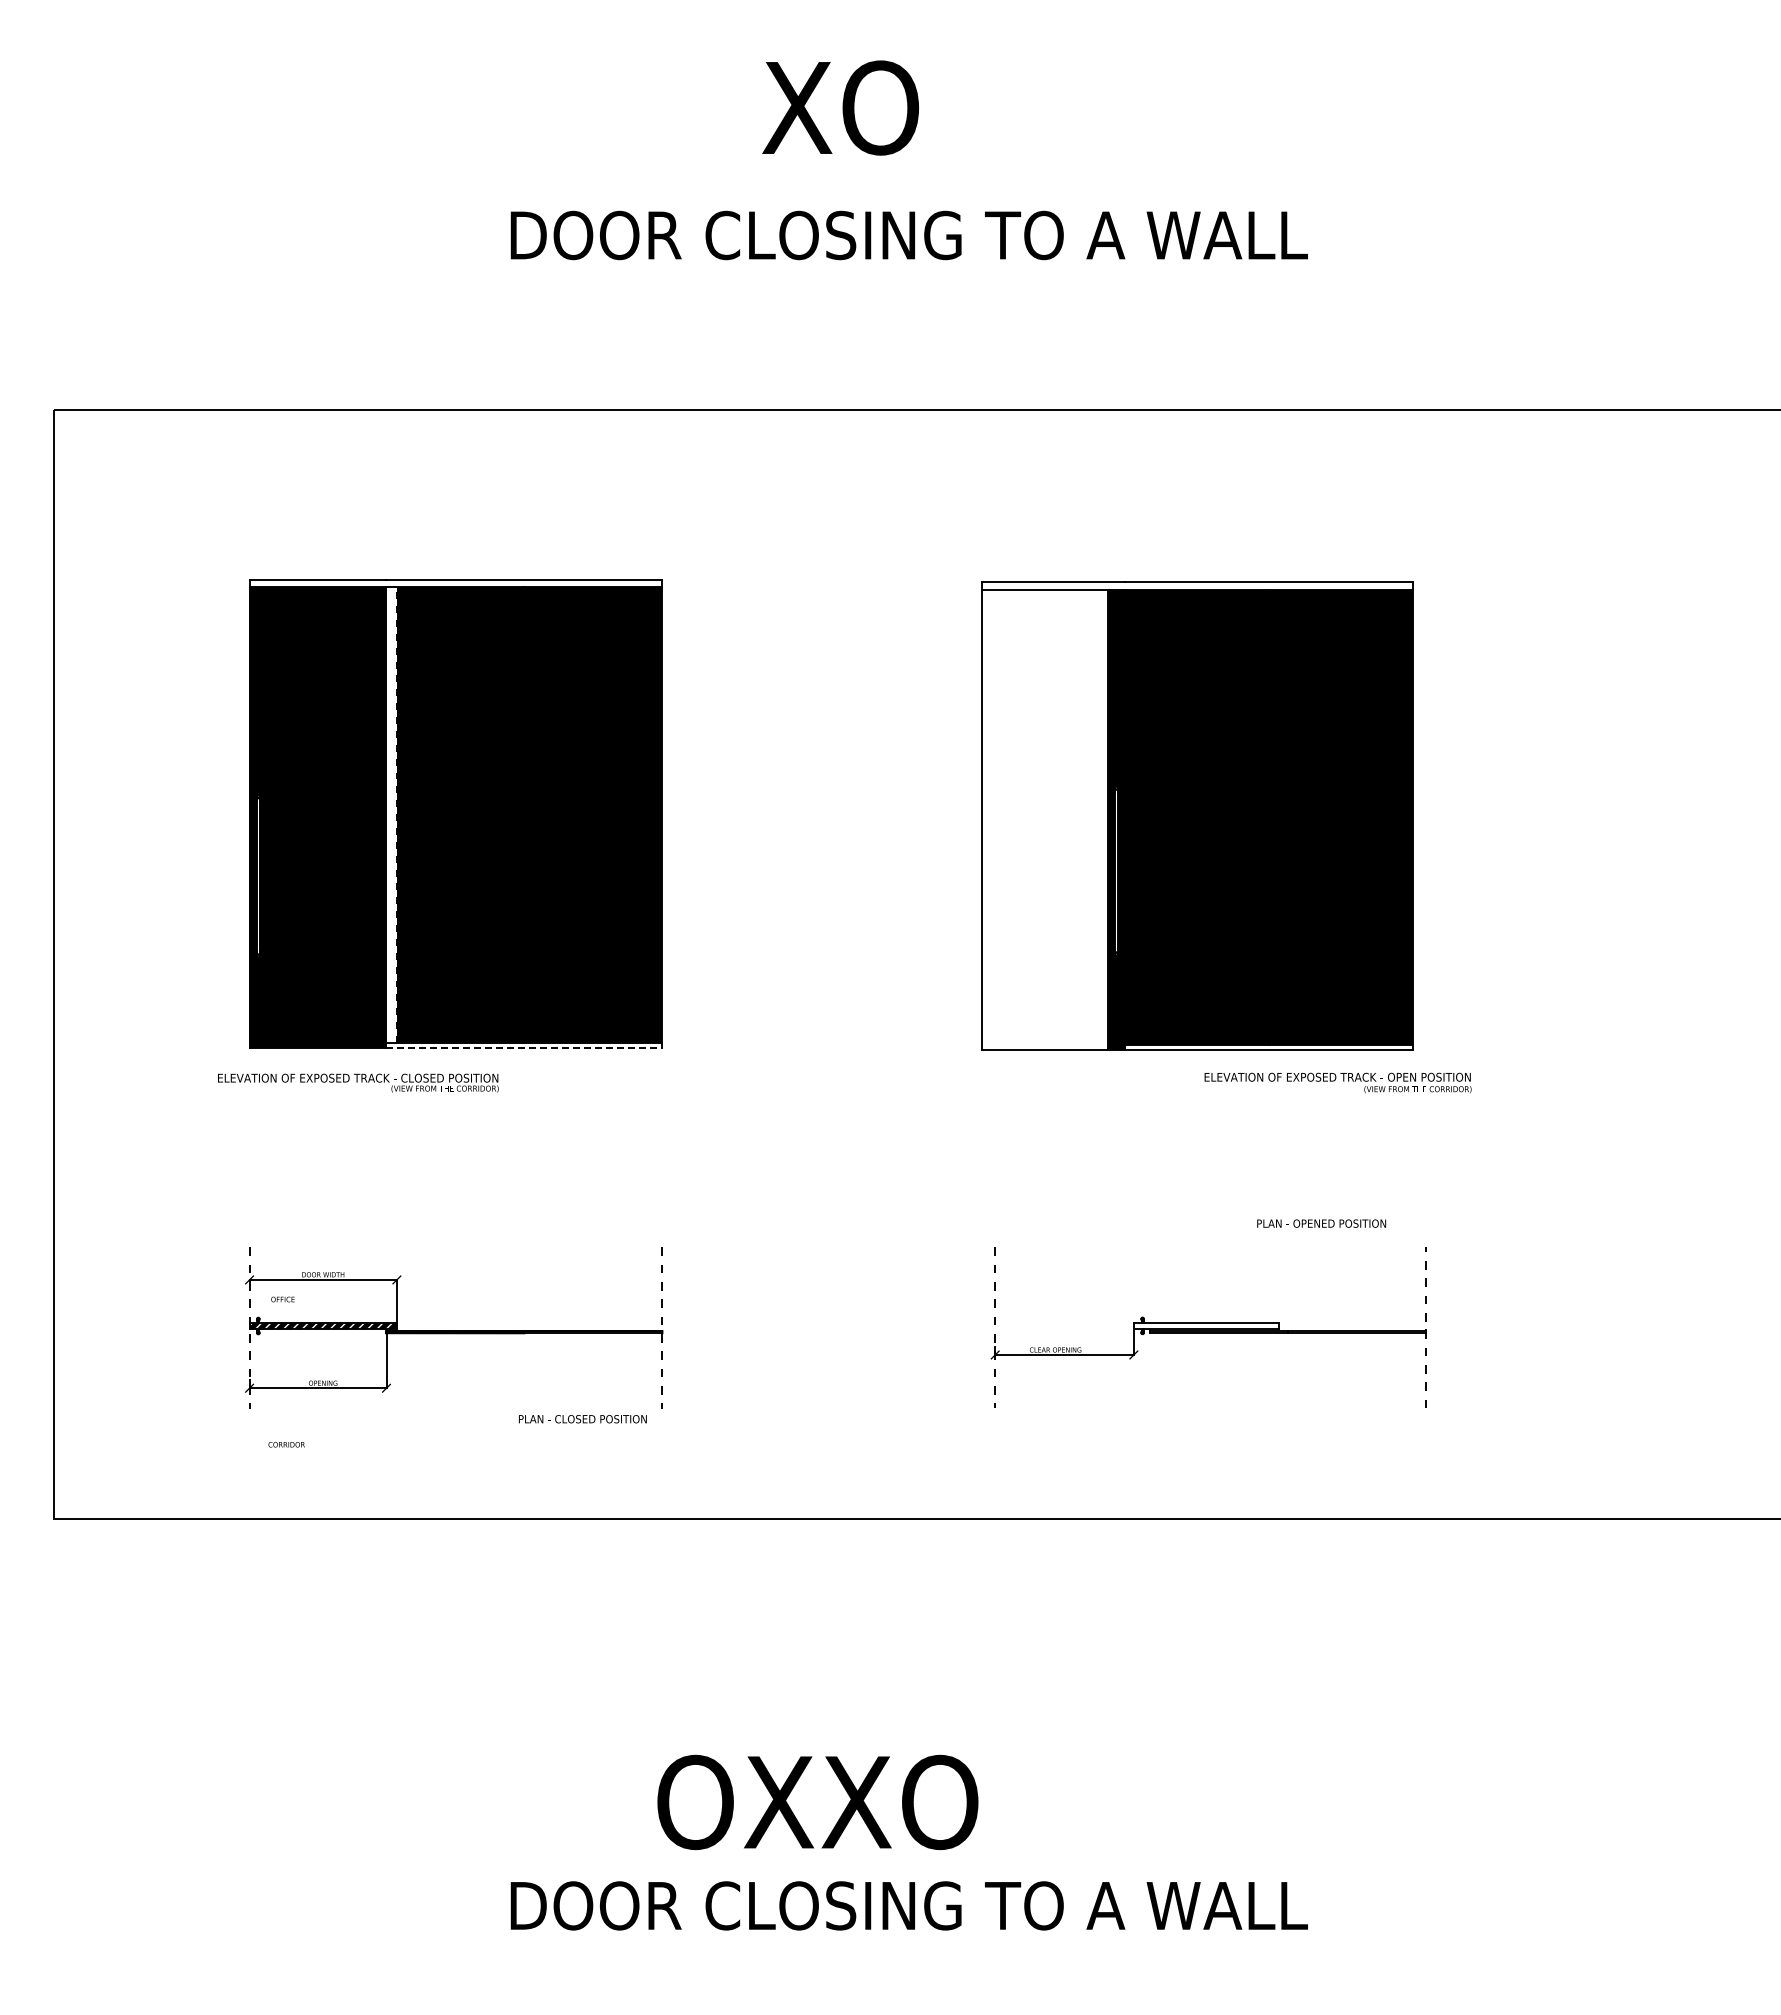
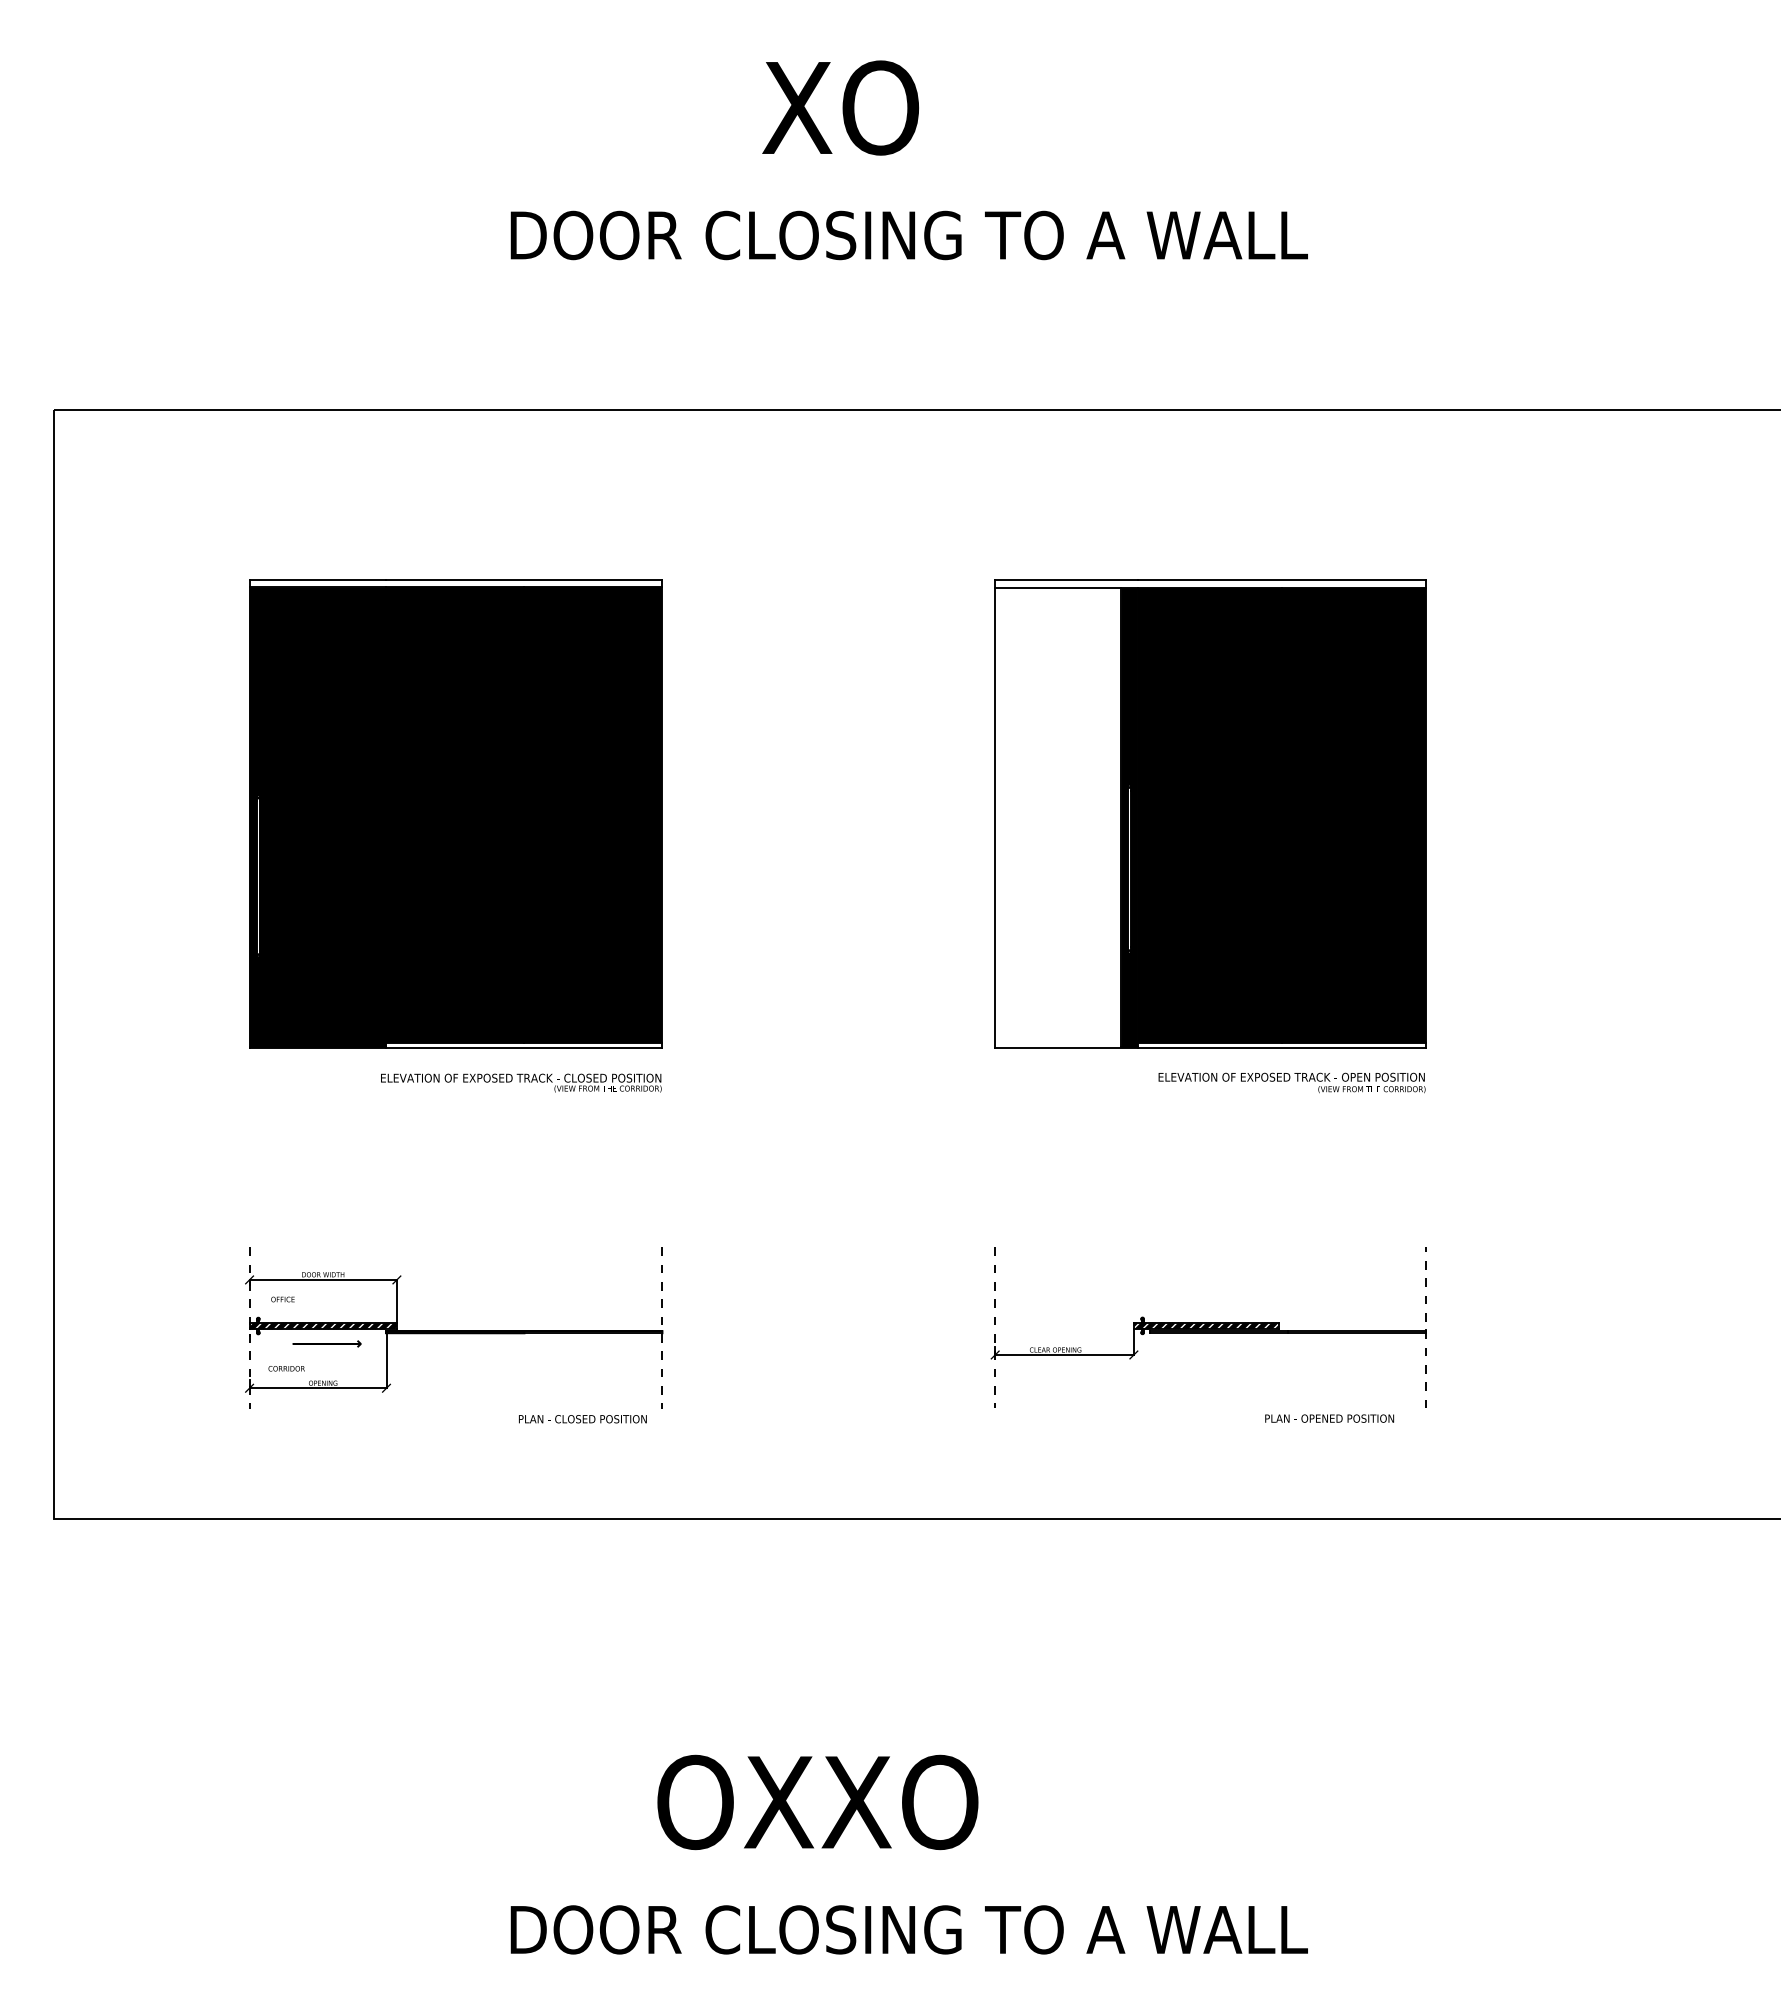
fill at (391, 814): none -> present
part at (1197, 815) position: (1197, 815) -> (1210, 813)
line at (524, 1048): dashed -> solid
text at (358, 1082) position: (358, 1082) -> (521, 1082)
text at (1337, 1082) position: (1337, 1082) -> (1291, 1082)
text at (1321, 1223) position: (1321, 1223) -> (1329, 1418)
hatch at (1206, 1325): none -> present
line at (326, 1343): none -> present
text at (286, 1444) position: (286, 1444) -> (286, 1368)
text at (908, 1905) position: (908, 1905) -> (908, 1929)
